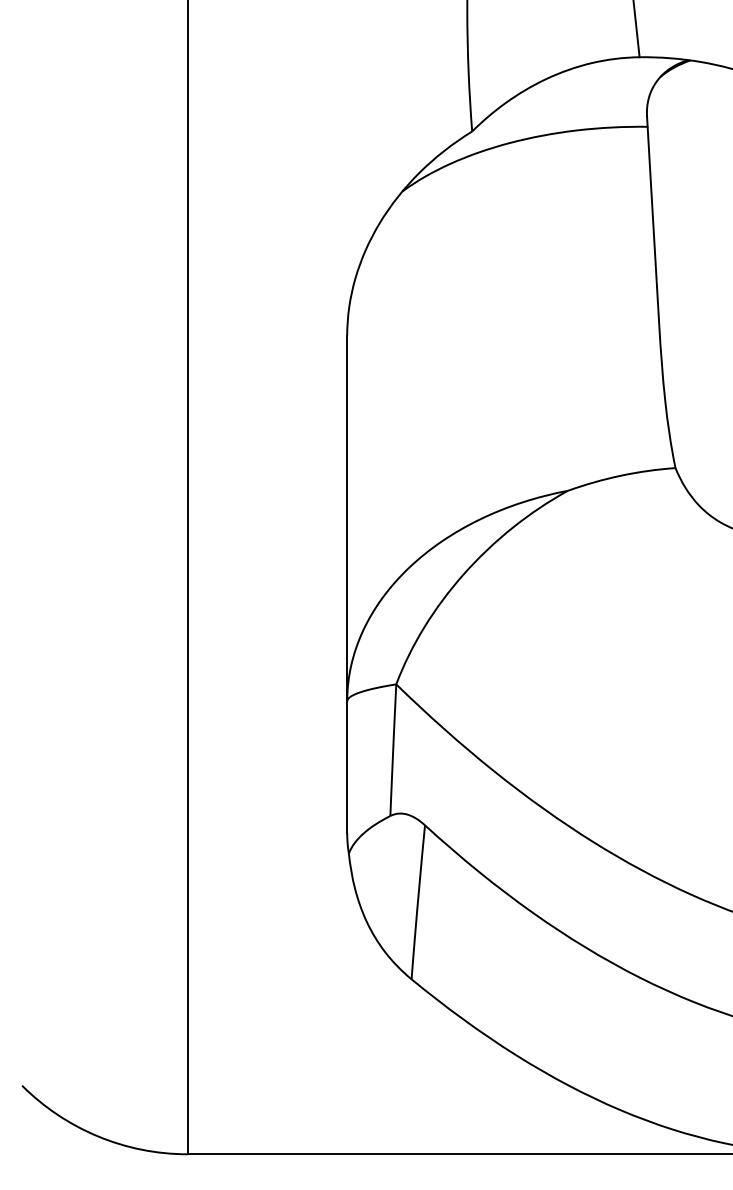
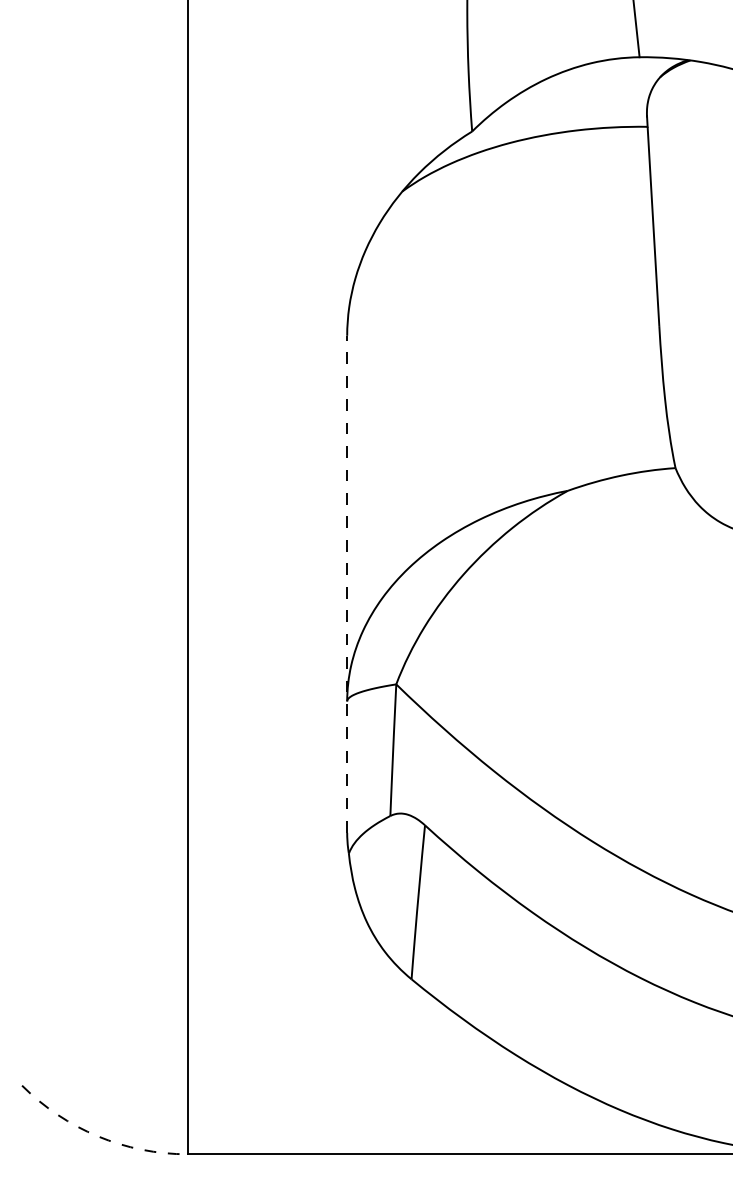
line at (347, 584): solid -> dashed
arc at (98, 1136): solid -> dashed
